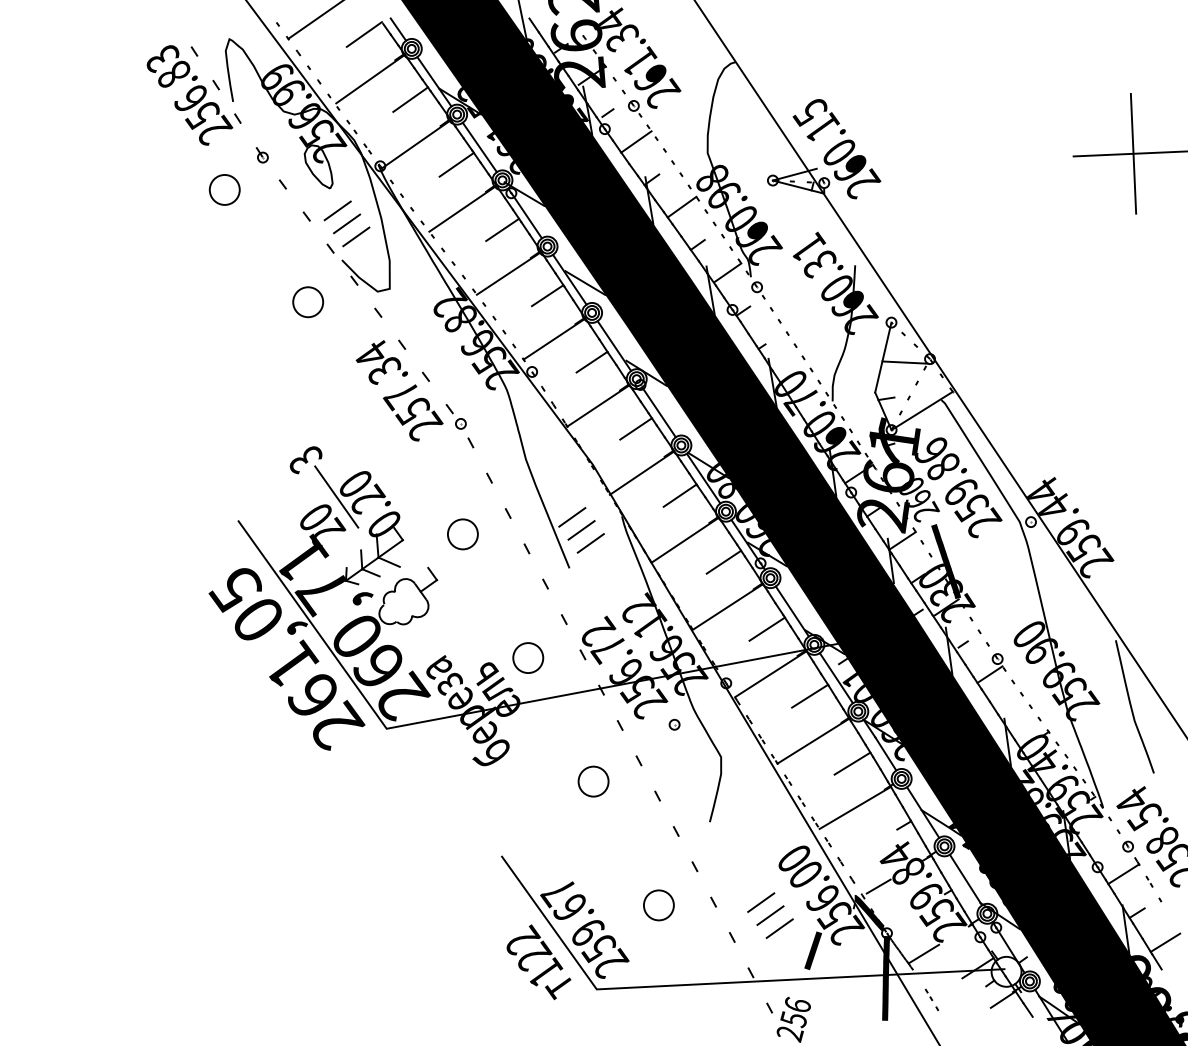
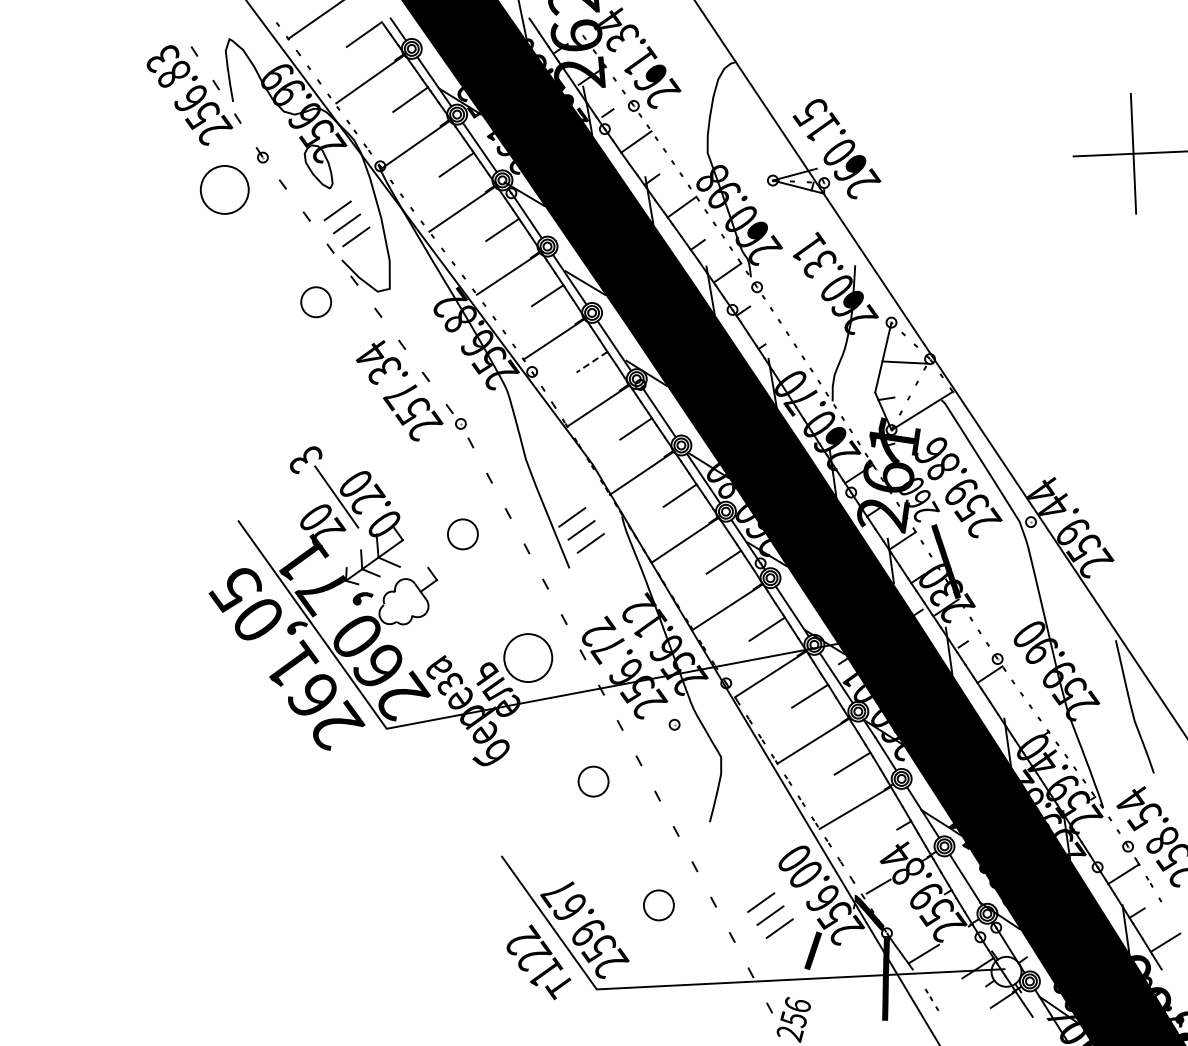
circle at (224, 189) diameter: 30 px -> 48 px
circle at (308, 302) position: (308, 302) -> (316, 302)
line at (592, 362): solid -> dashed
circle at (528, 658) diameter: 30 px -> 48 px
